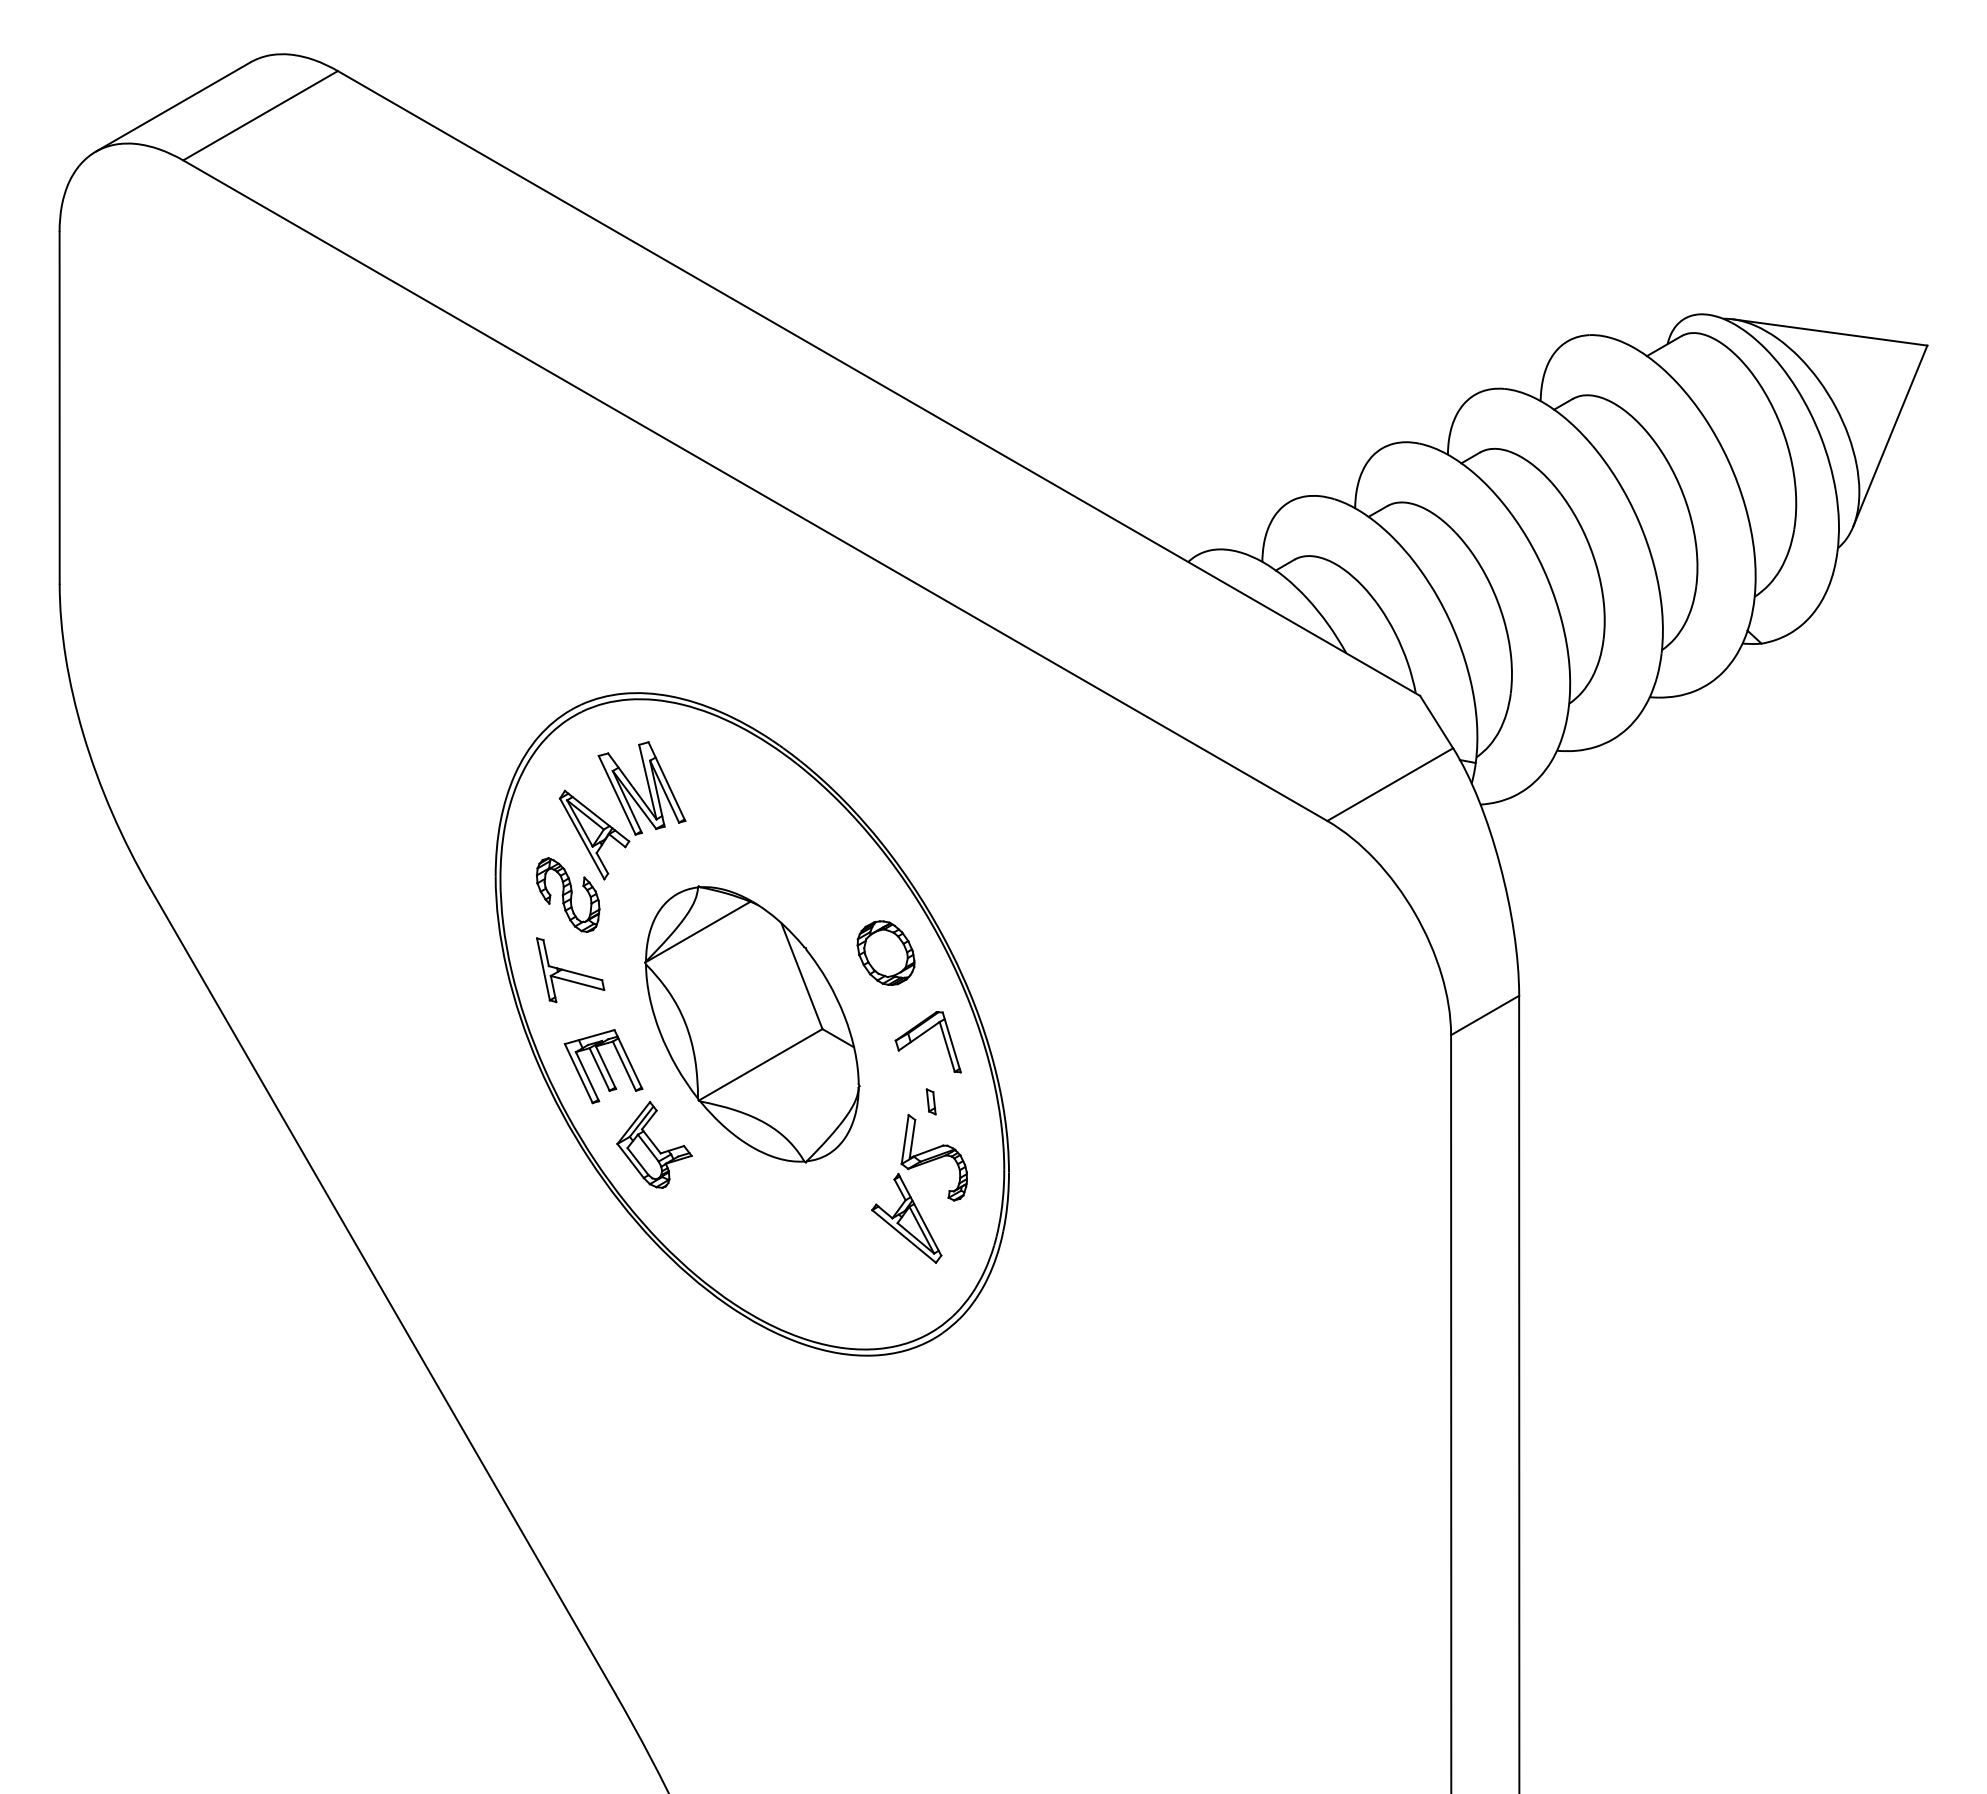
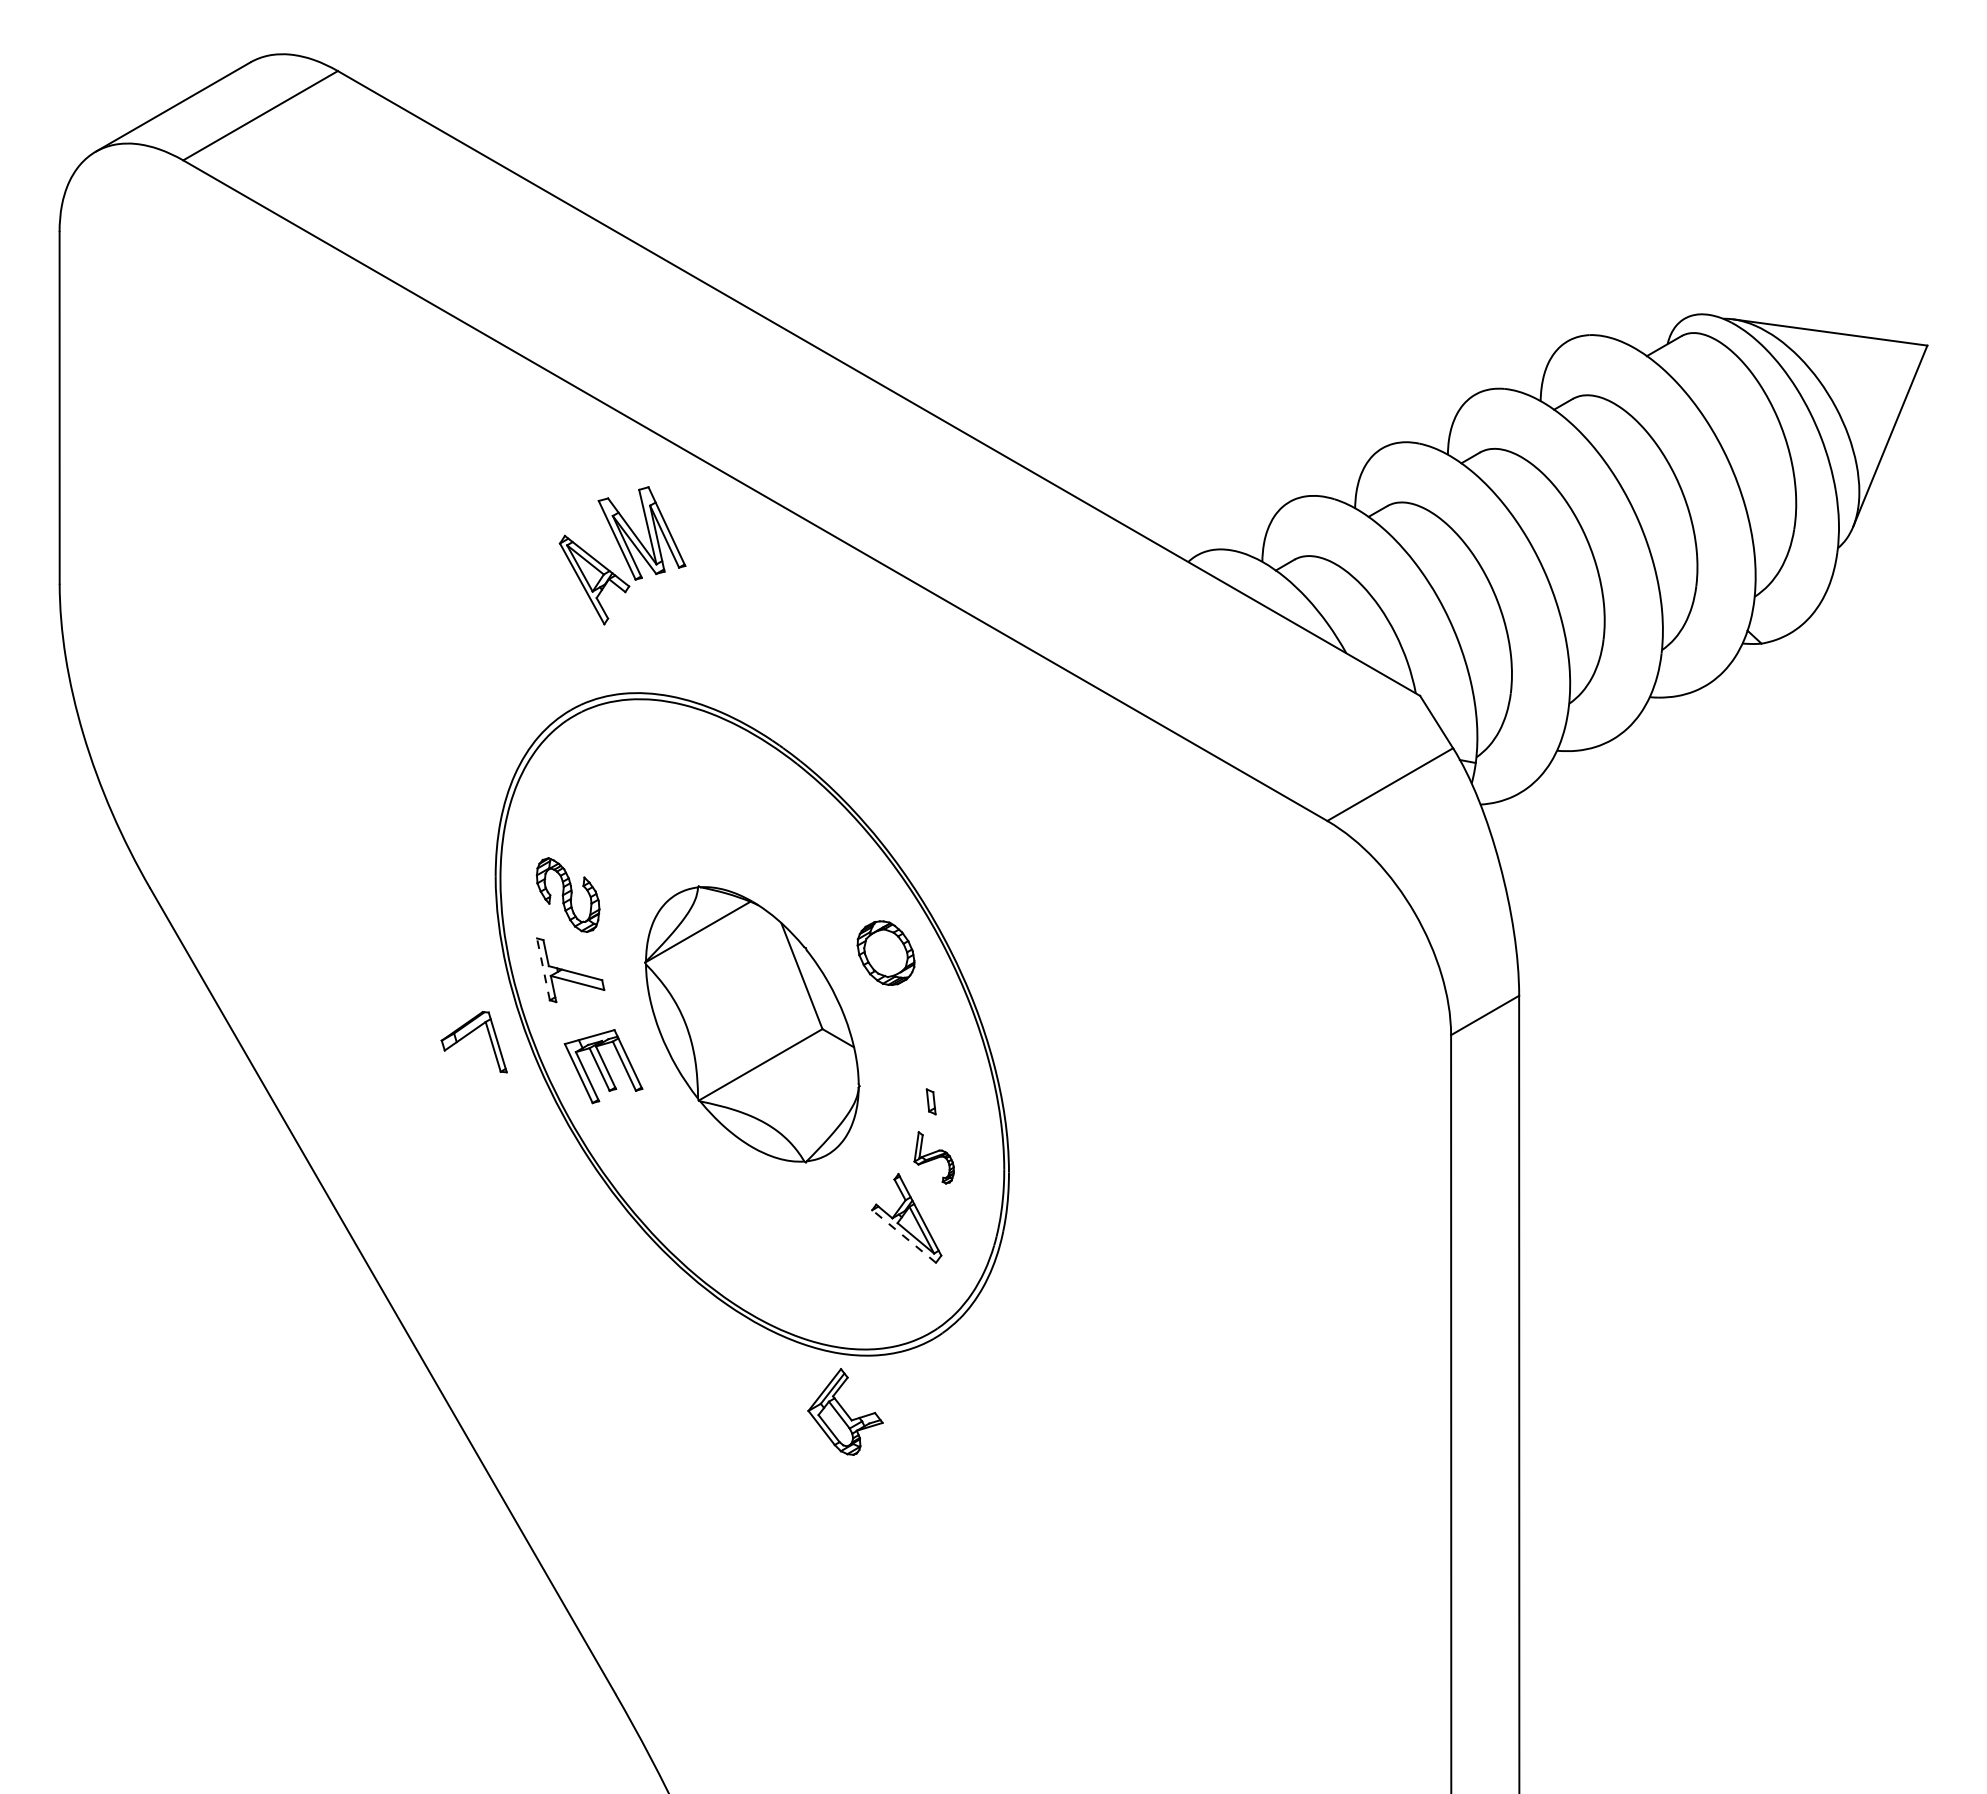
part at (622, 810) position: (622, 810) -> (622, 555)
line at (543, 969): solid -> dashed
part at (922, 1035) position: (922, 1035) -> (468, 1035)
part at (654, 1144) position: (654, 1144) -> (845, 1411)
part at (933, 1157) size: 68x88 px -> 42x54 px
line at (903, 1236): solid -> dashed
